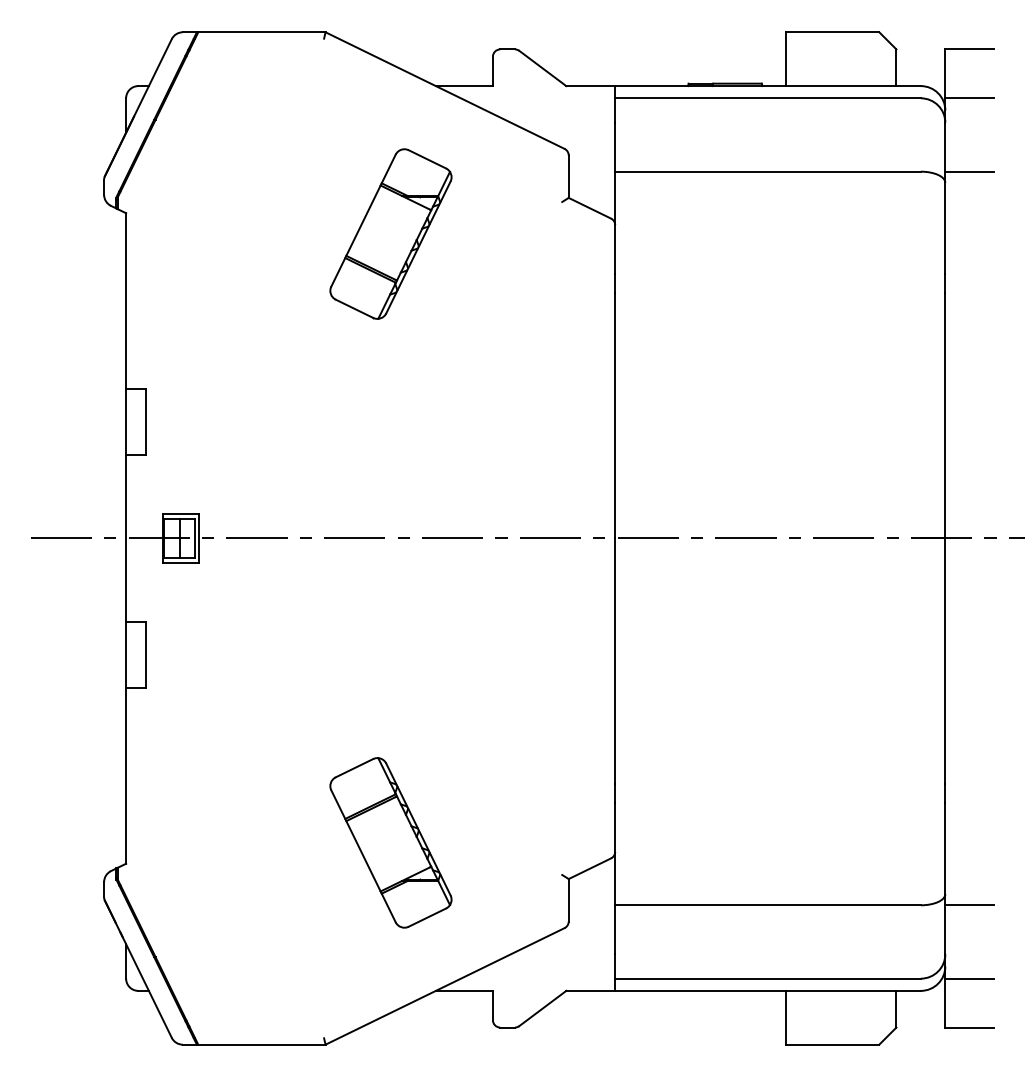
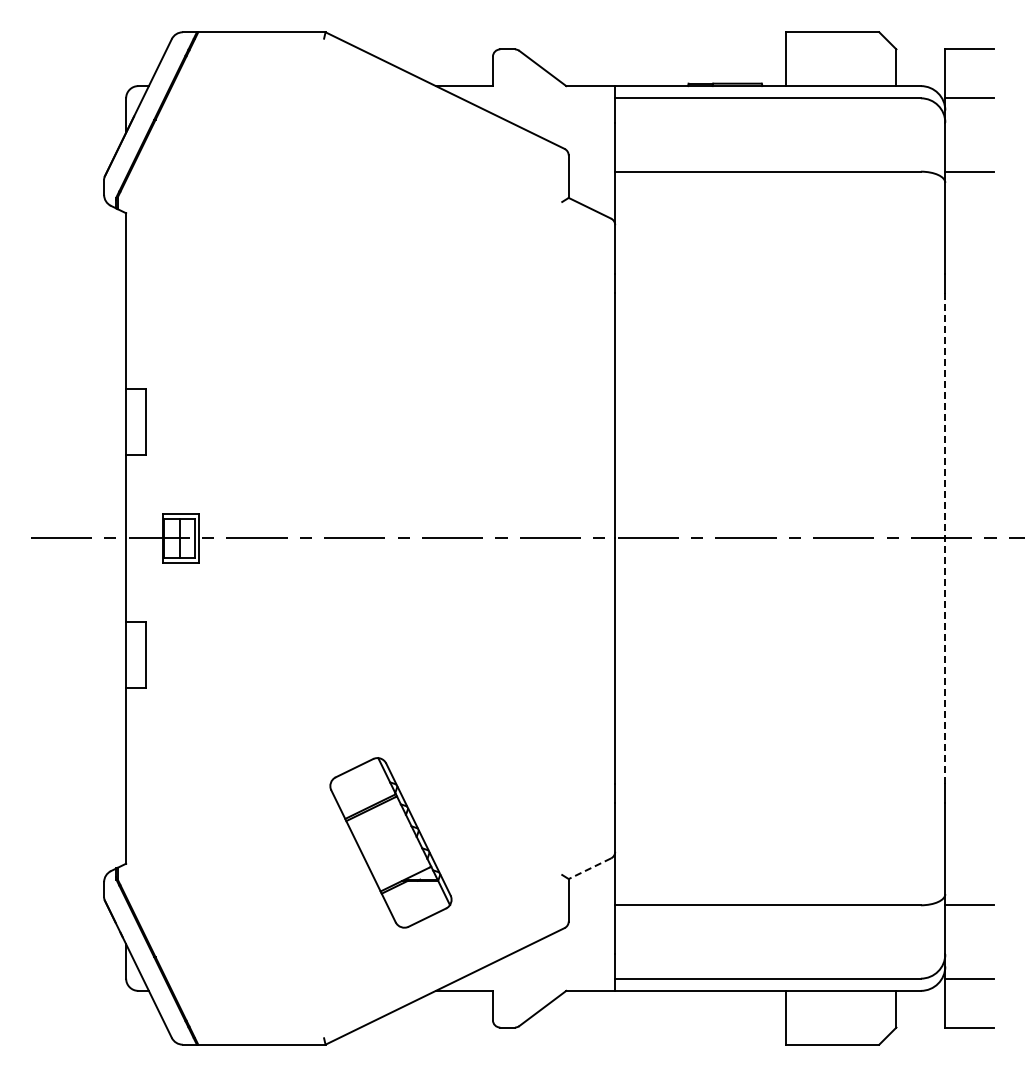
part at (390, 233): present -> none
line at (945, 538): solid -> dashed
line at (589, 868): solid -> dashed
